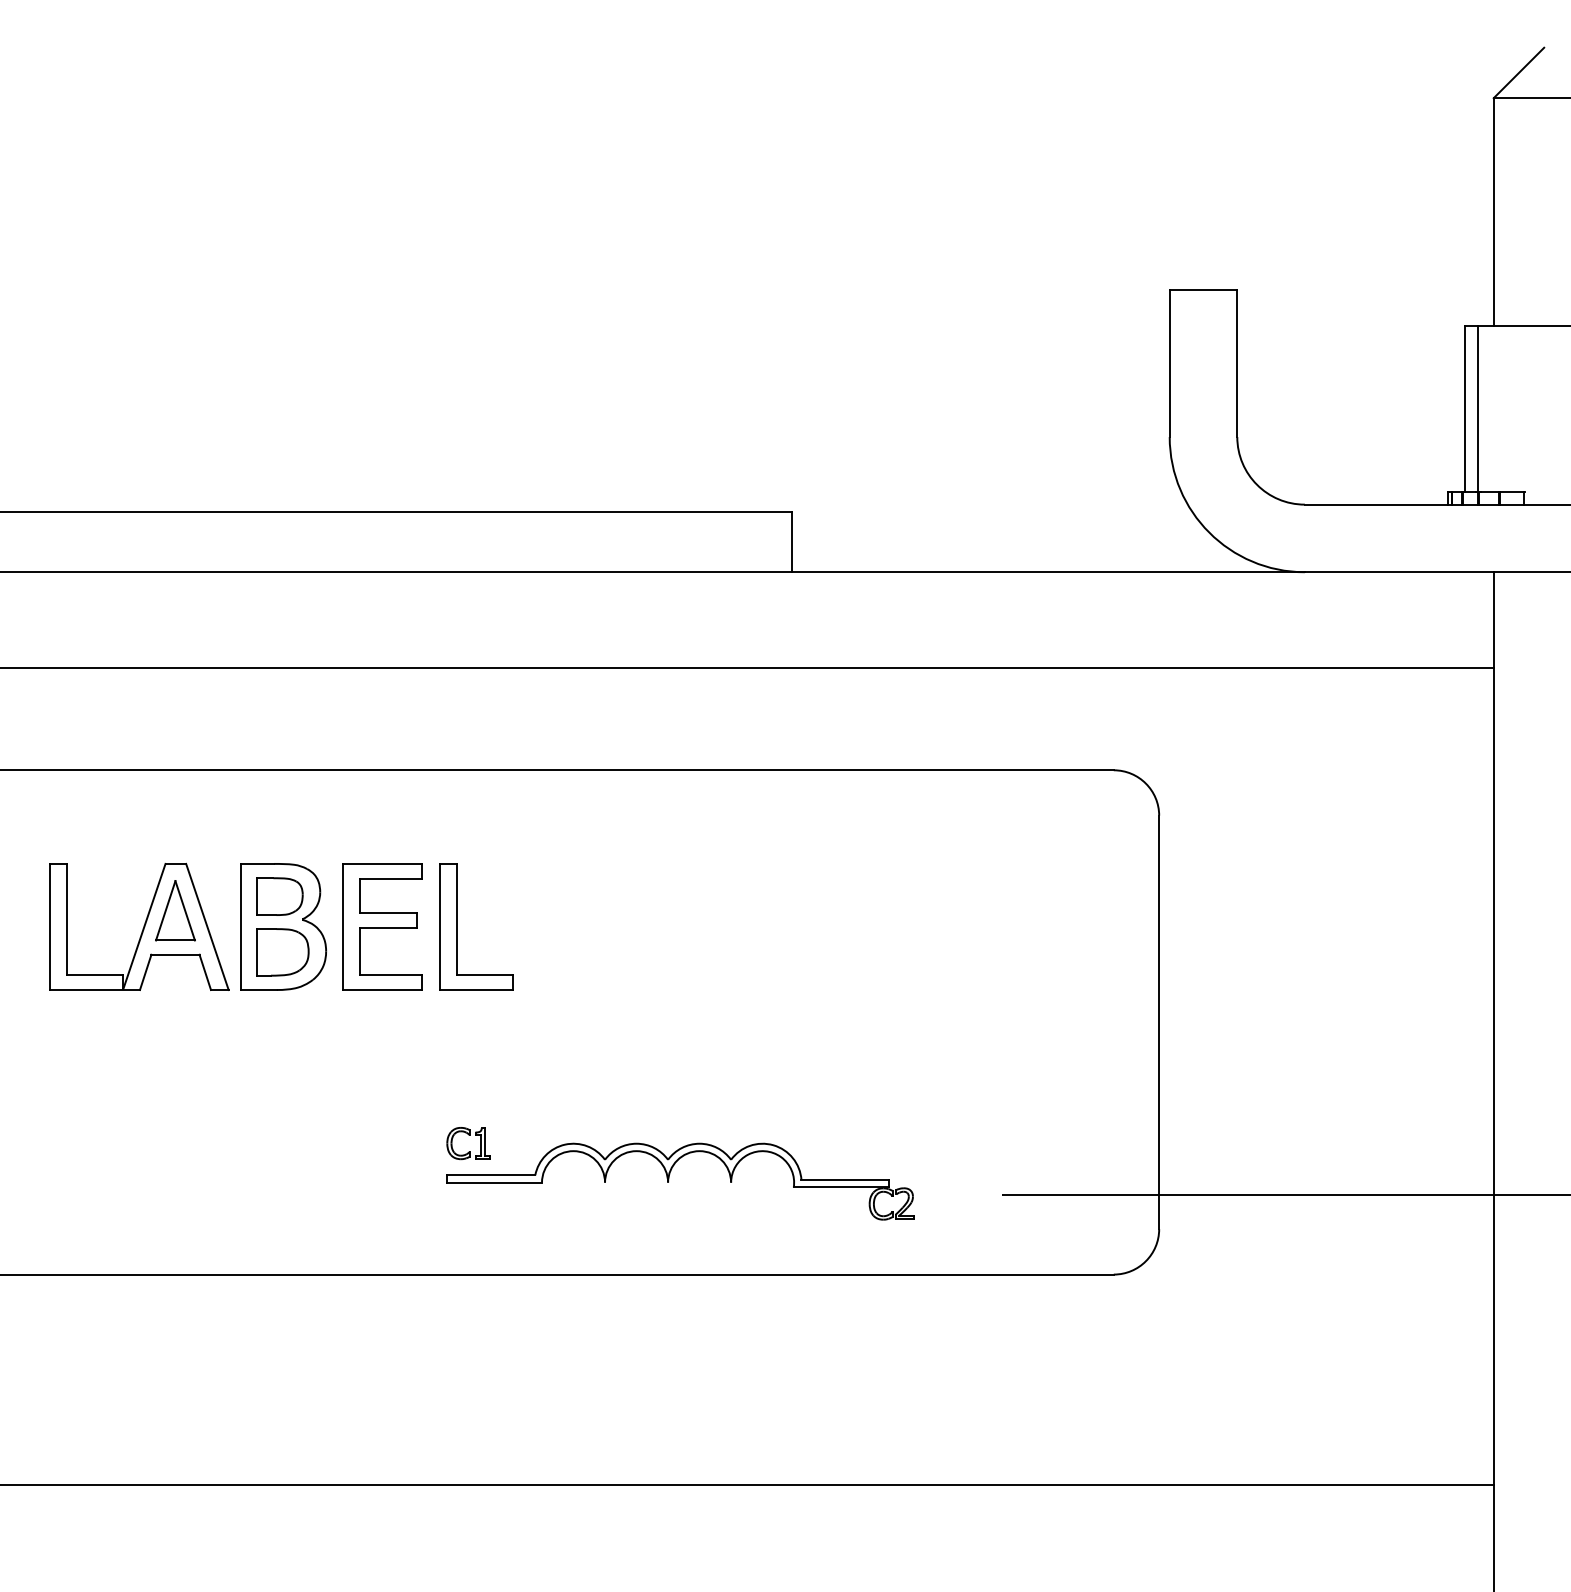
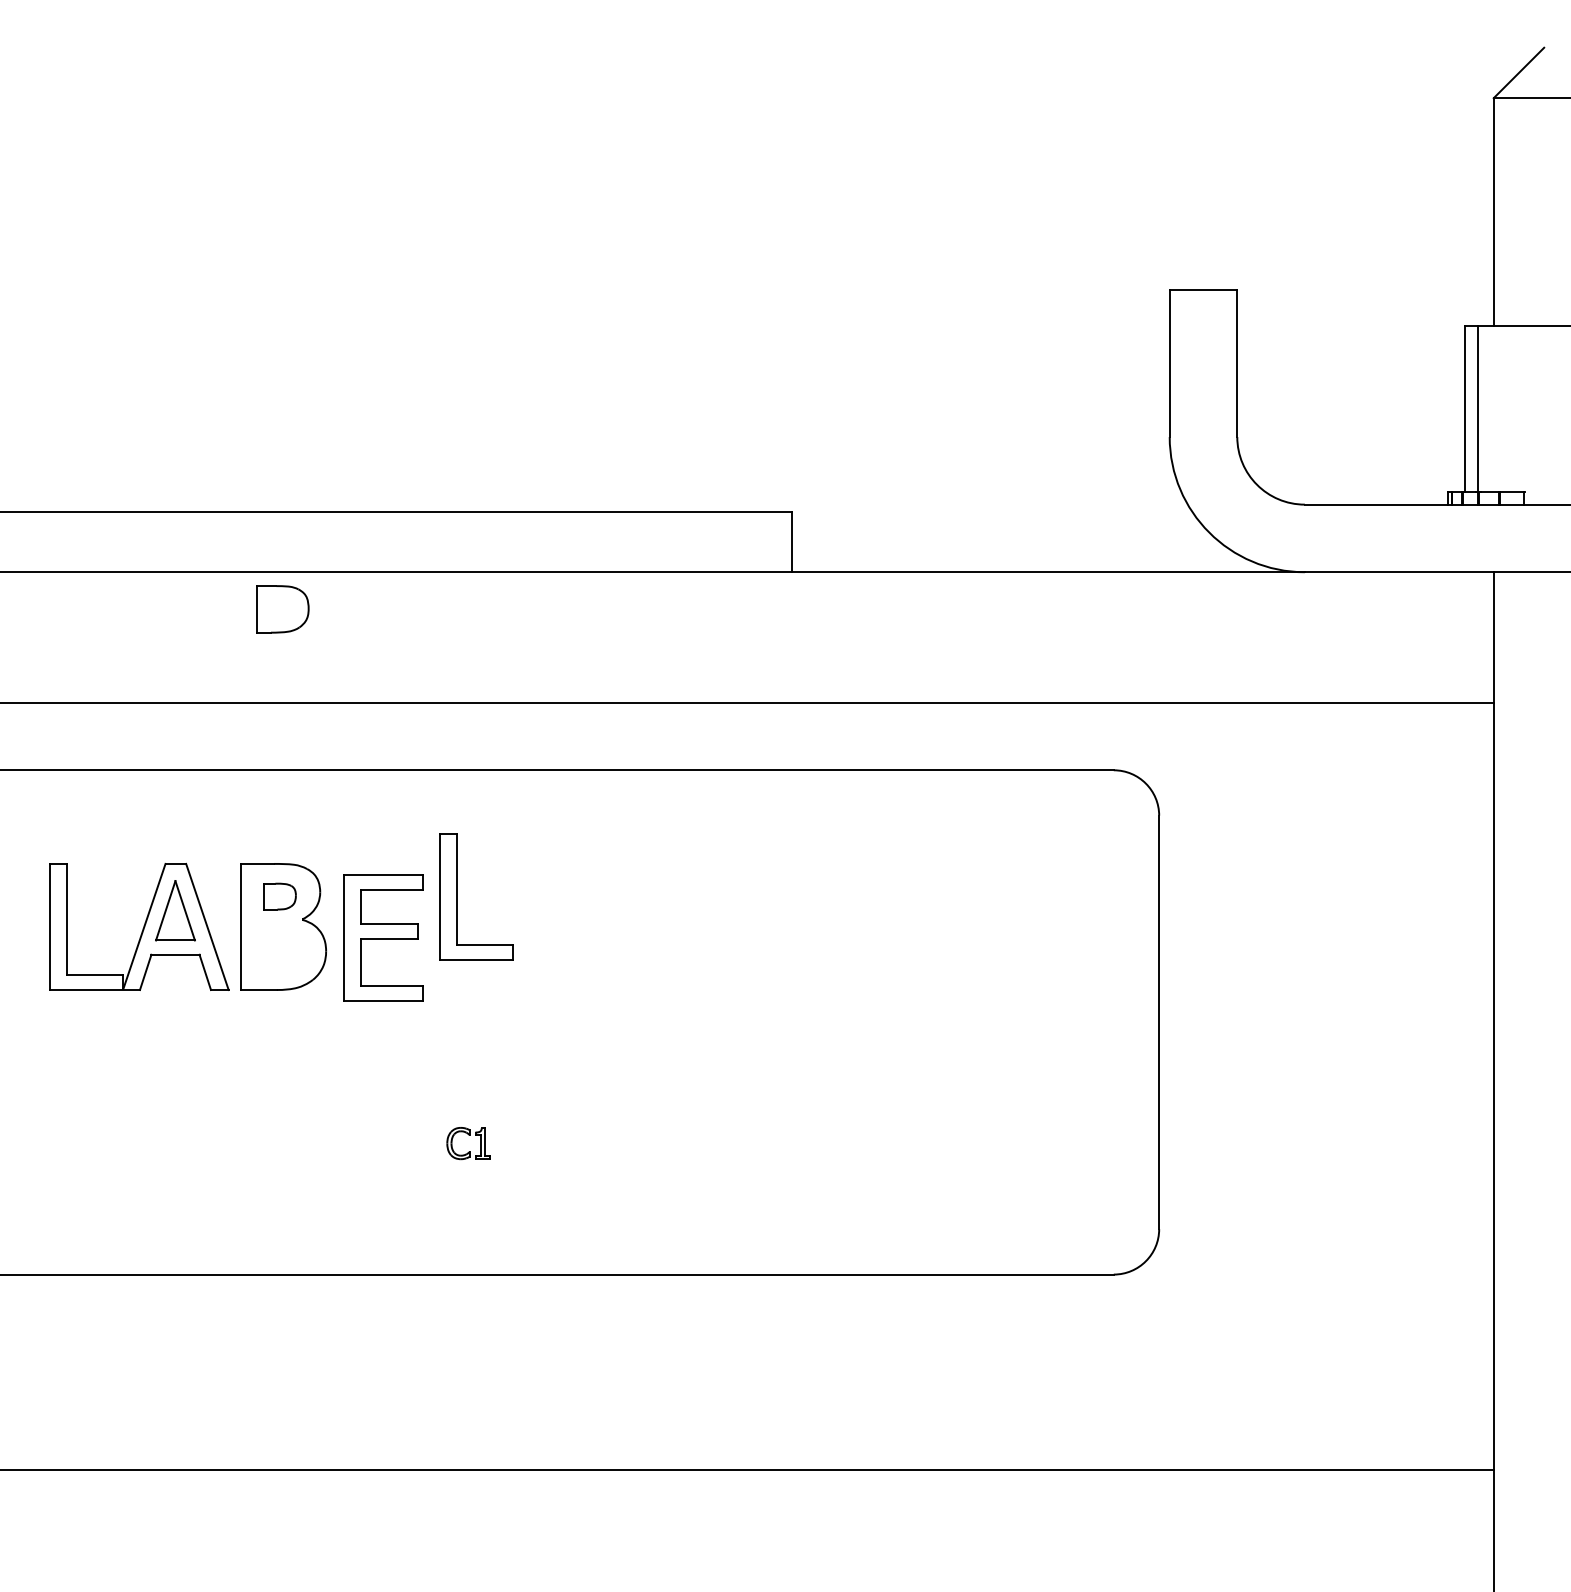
line at (747, 668) position: (747, 668) -> (747, 703)
part at (279, 896) size: 48x39 px -> 34x29 px
part at (382, 926) position: (382, 926) -> (383, 937)
part at (457, 926) position: (457, 926) -> (457, 896)
part at (282, 952) position: (282, 952) -> (282, 609)
part at (669, 1180): present -> none
line at (1284, 1195): present -> none
line at (747, 1484) position: (747, 1484) -> (747, 1469)
